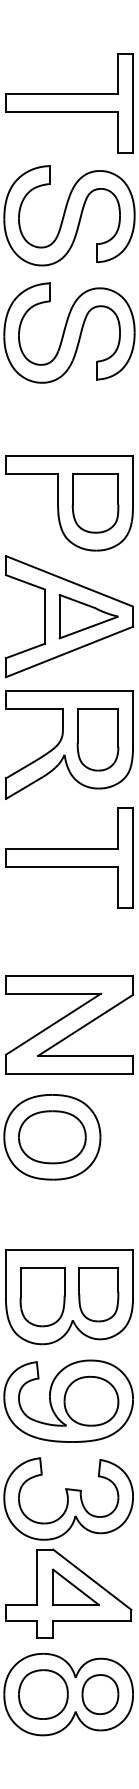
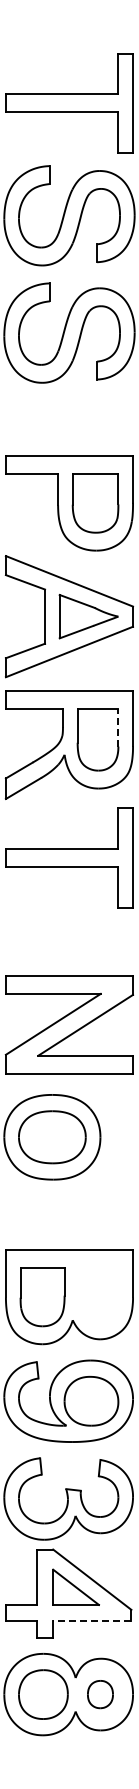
line at (118, 727): solid -> dashed
part at (98, 1294): present -> none
line at (91, 1621): solid -> dashed
part at (100, 1694) size: 39x41 px -> 27x30 px
